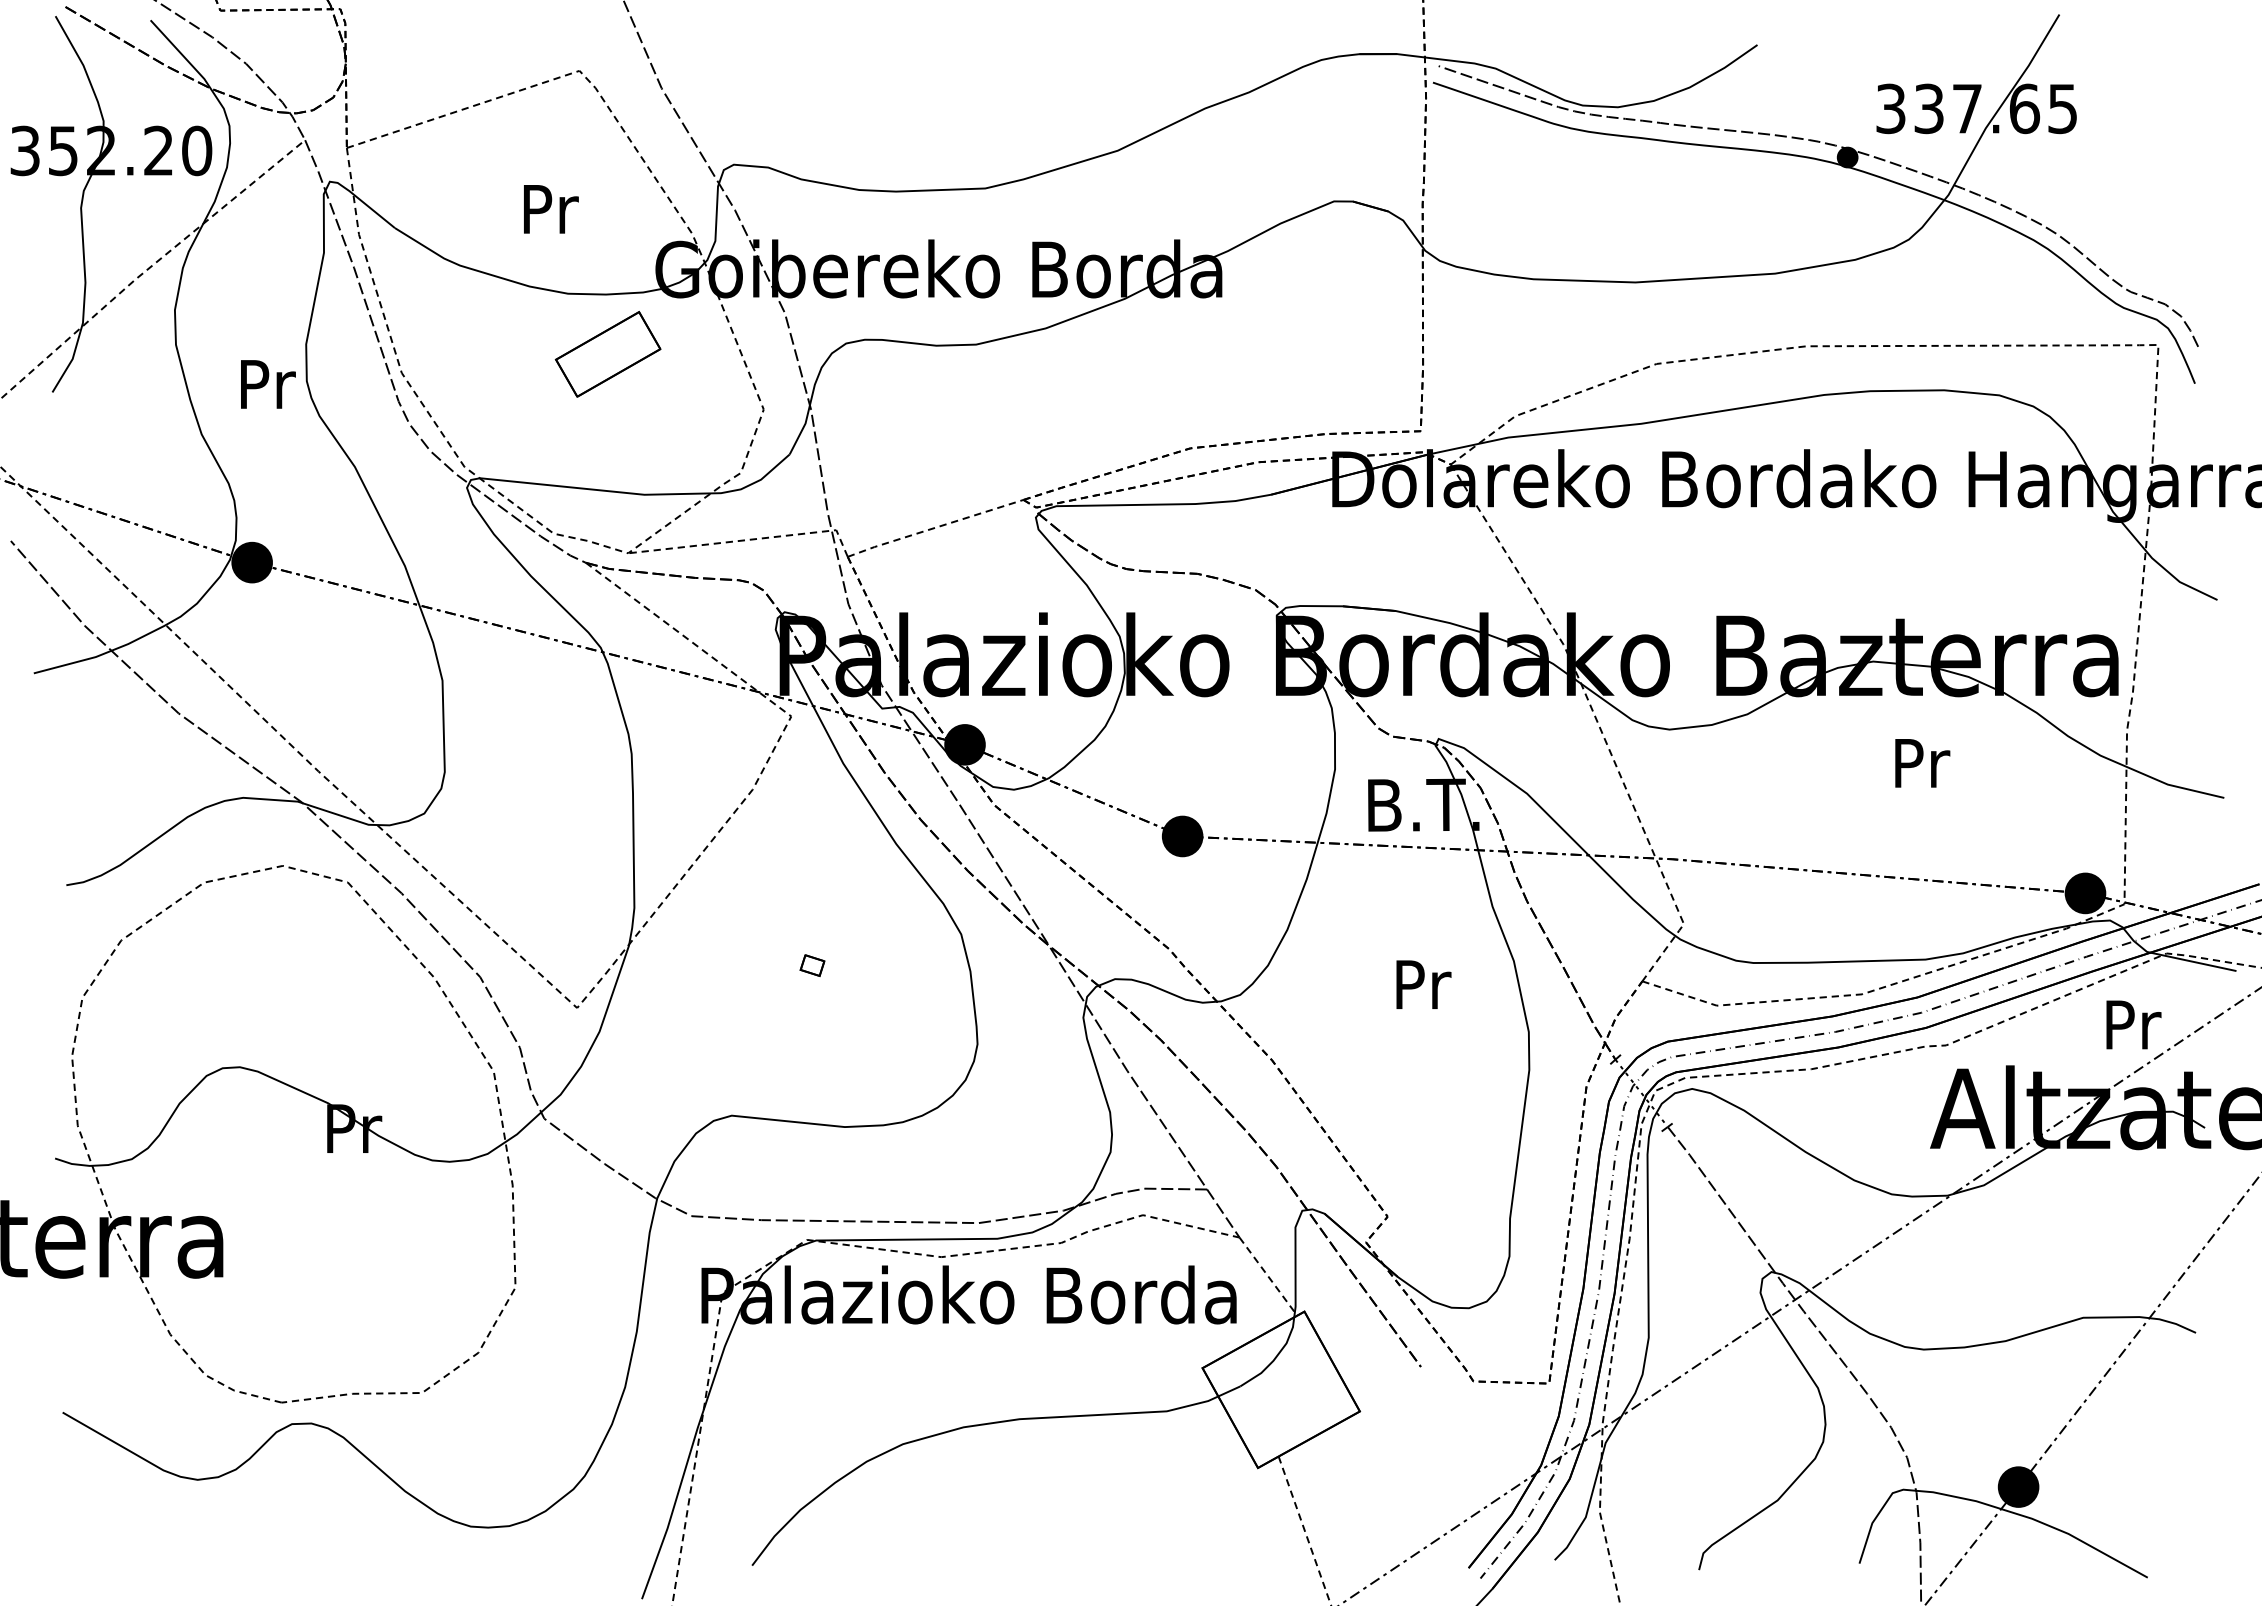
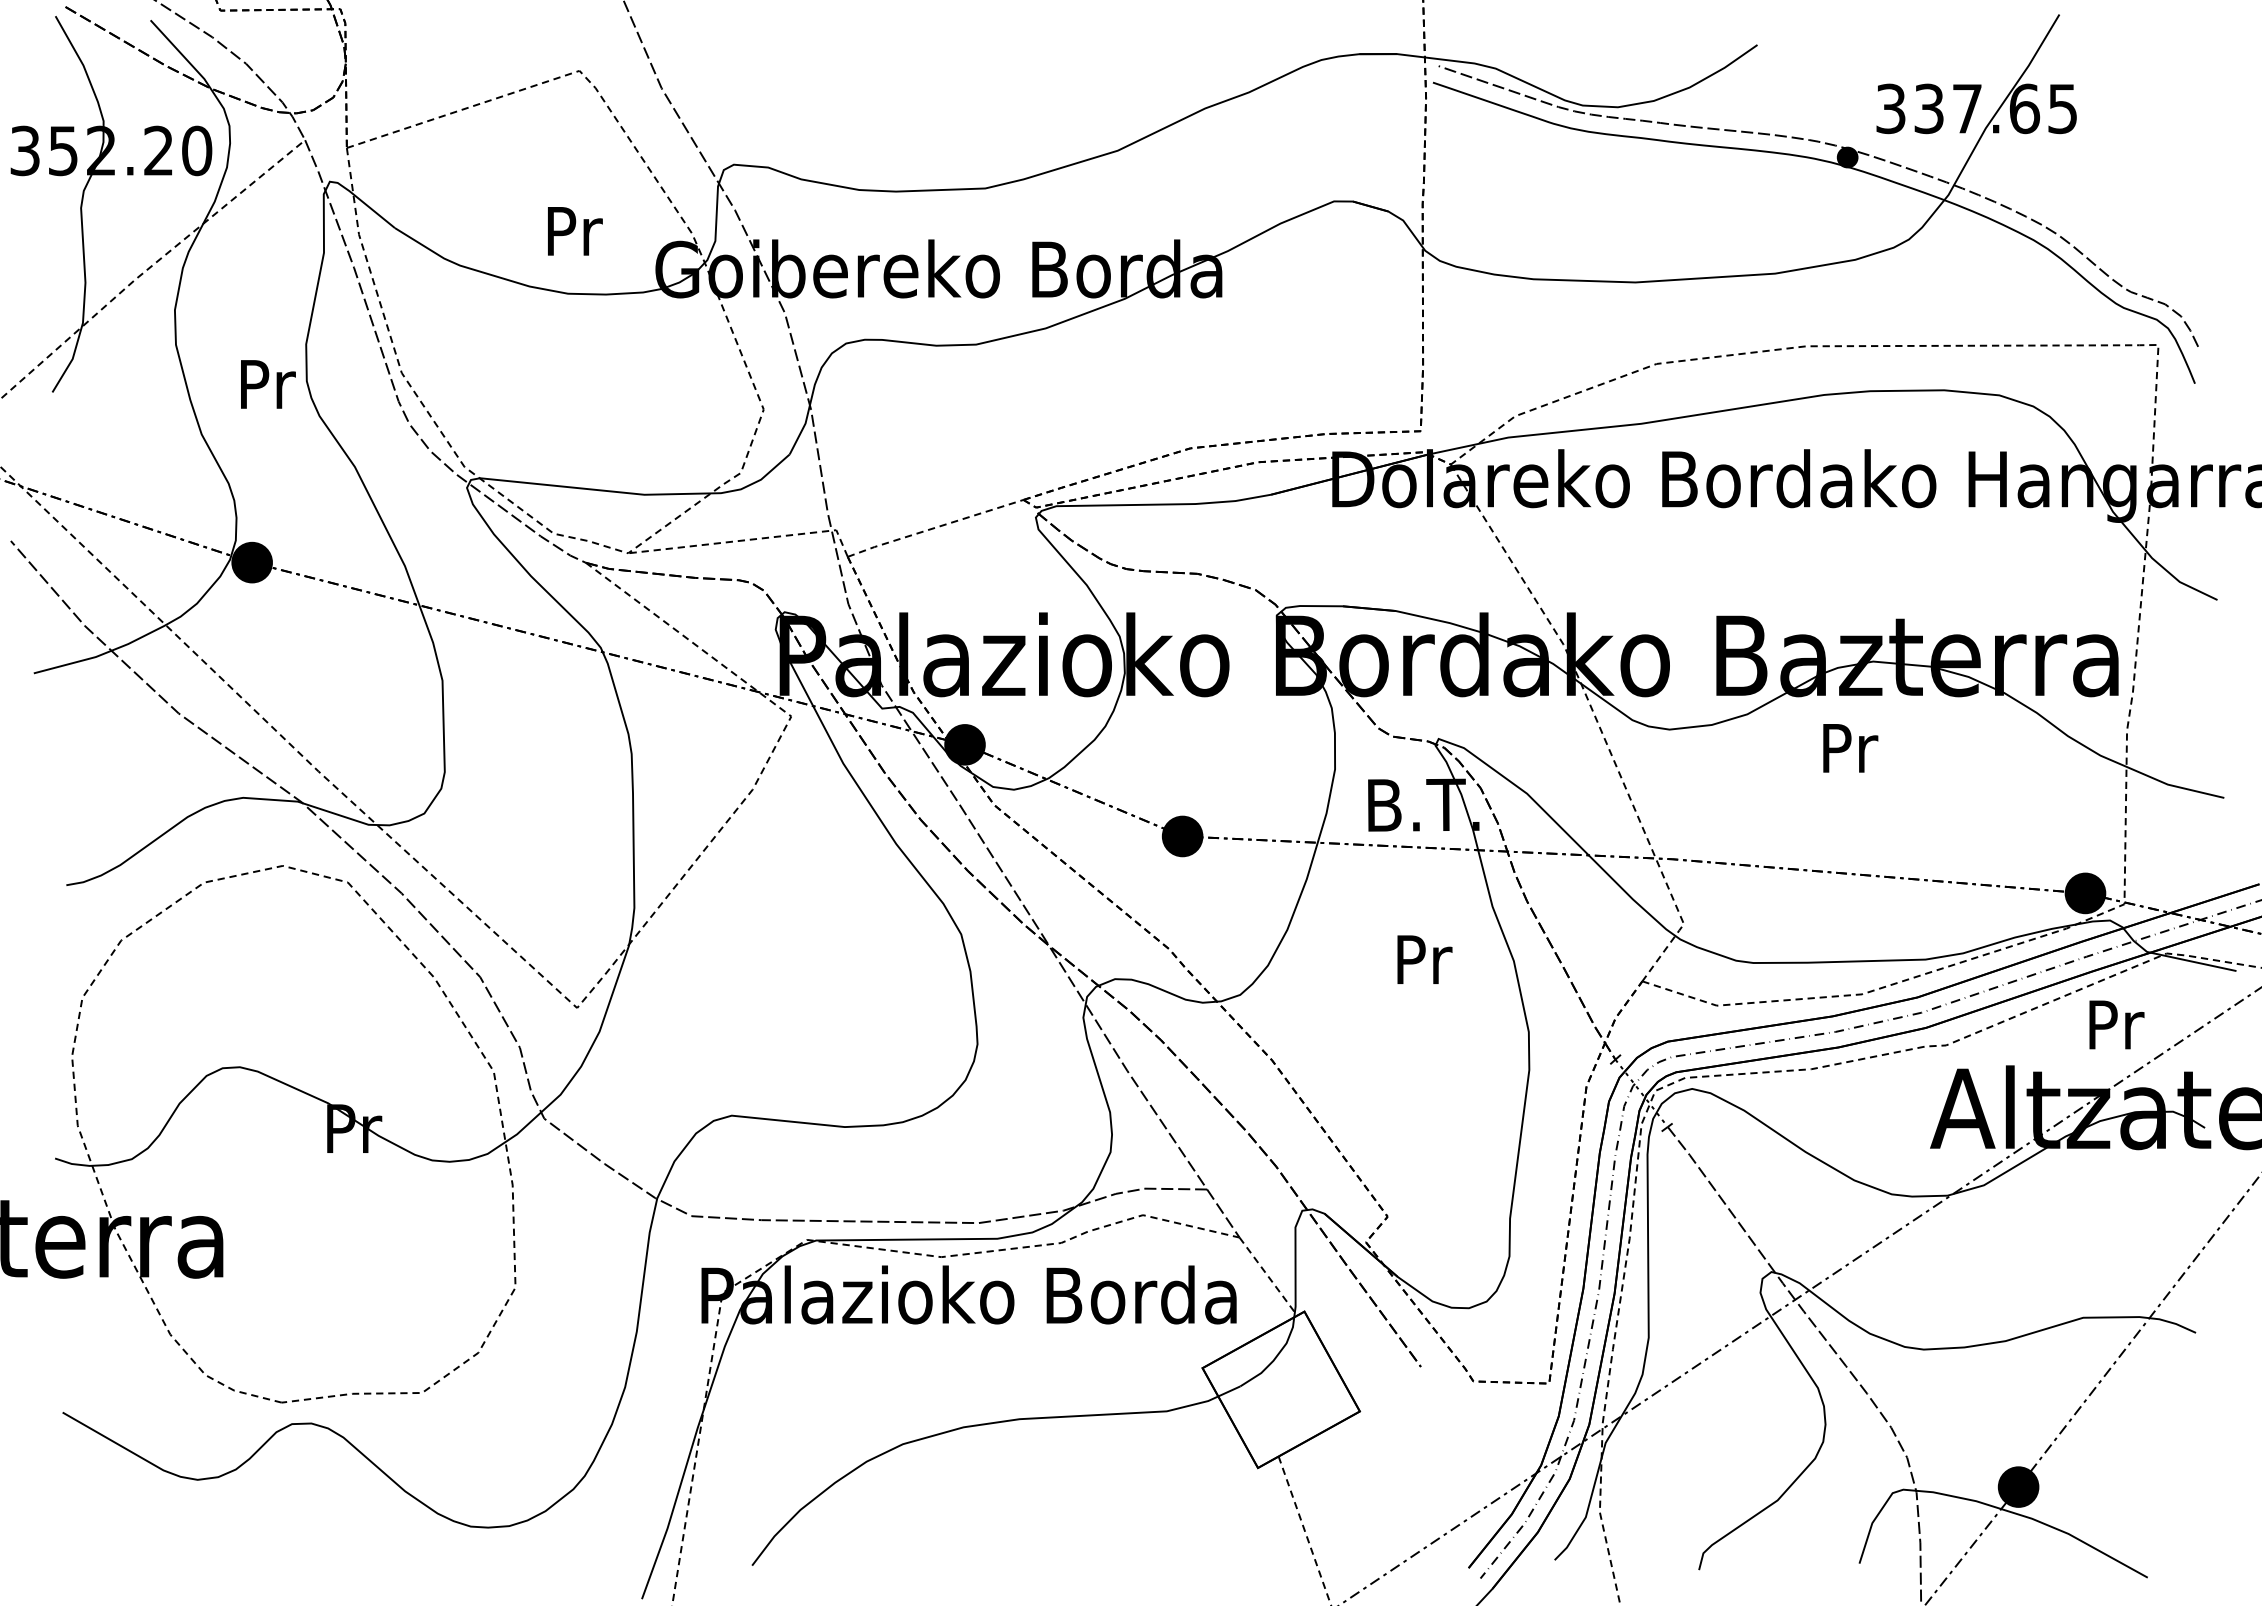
text at (551, 209) position: (551, 209) -> (575, 231)
part at (607, 354): present -> none
text at (1922, 763) position: (1922, 763) -> (1850, 748)
part at (812, 965): present -> none
text at (1423, 984) position: (1423, 984) -> (1424, 959)
text at (2133, 1024) position: (2133, 1024) -> (2116, 1024)
